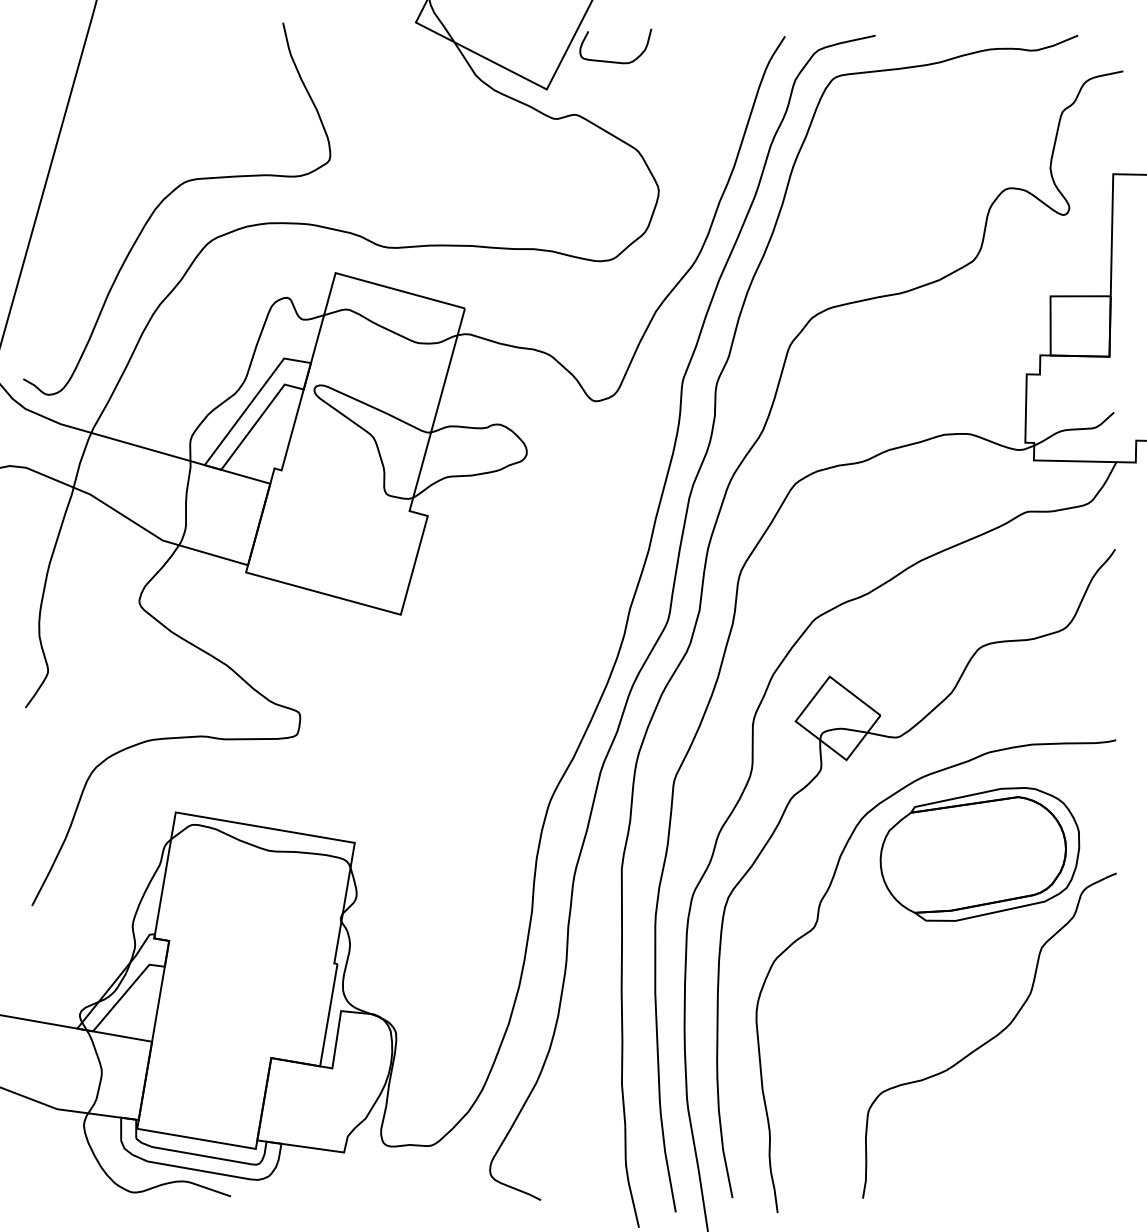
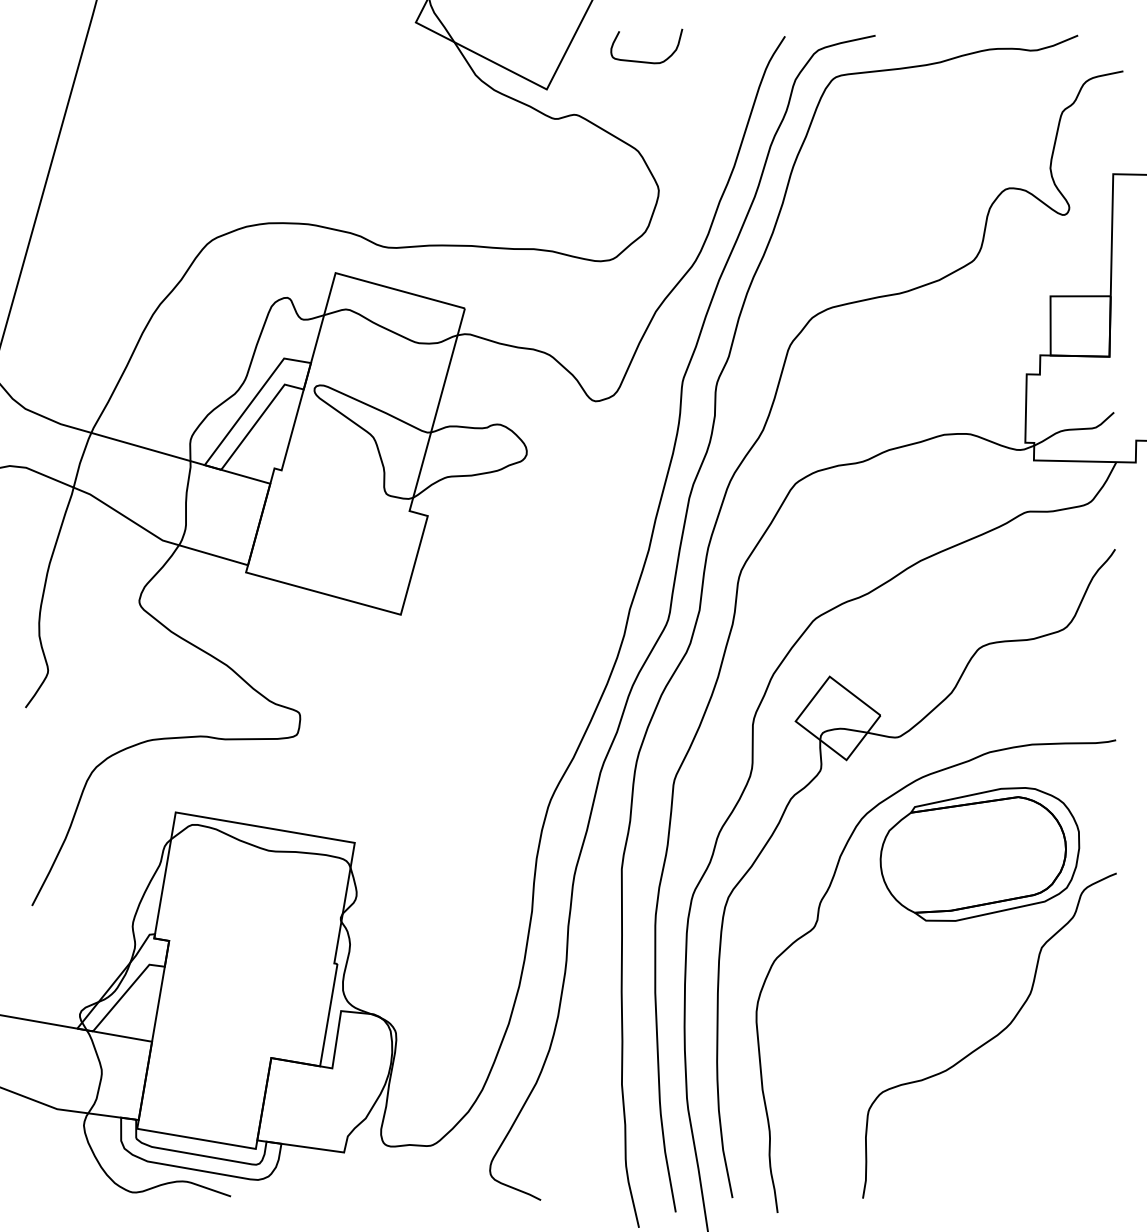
curve at (615, 61) position: (615, 61) -> (646, 61)
curve at (167, 197): present -> none
